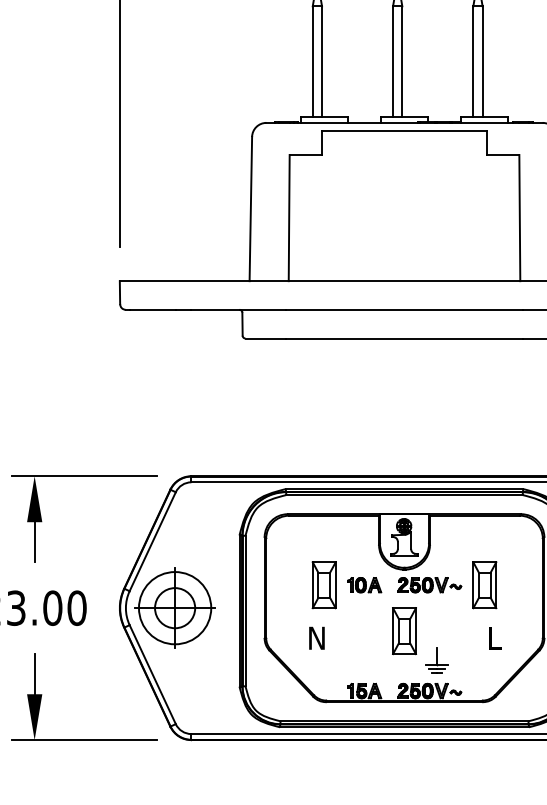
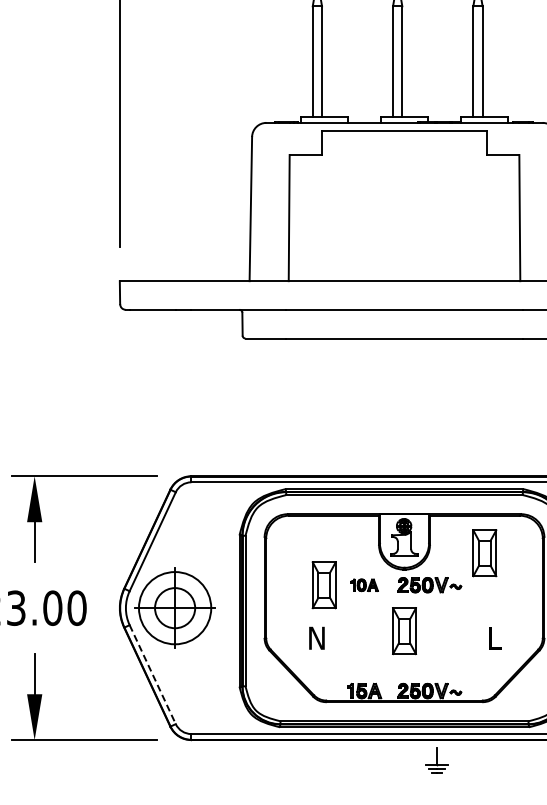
part at (364, 585) size: 36x17 px -> 29x15 px
part at (484, 585) position: (484, 585) -> (484, 553)
part at (436, 660) position: (436, 660) -> (436, 760)
line at (152, 674): solid -> dashed
